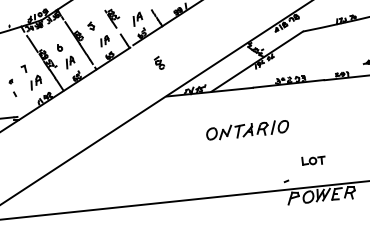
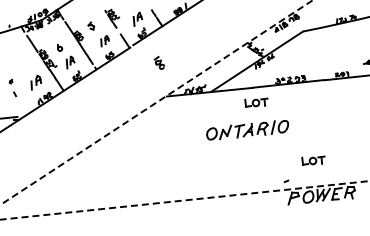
part at (23, 68): present -> none
part at (256, 102): none -> present
arc at (155, 103): solid -> dashed
line at (184, 200): solid -> dashed
